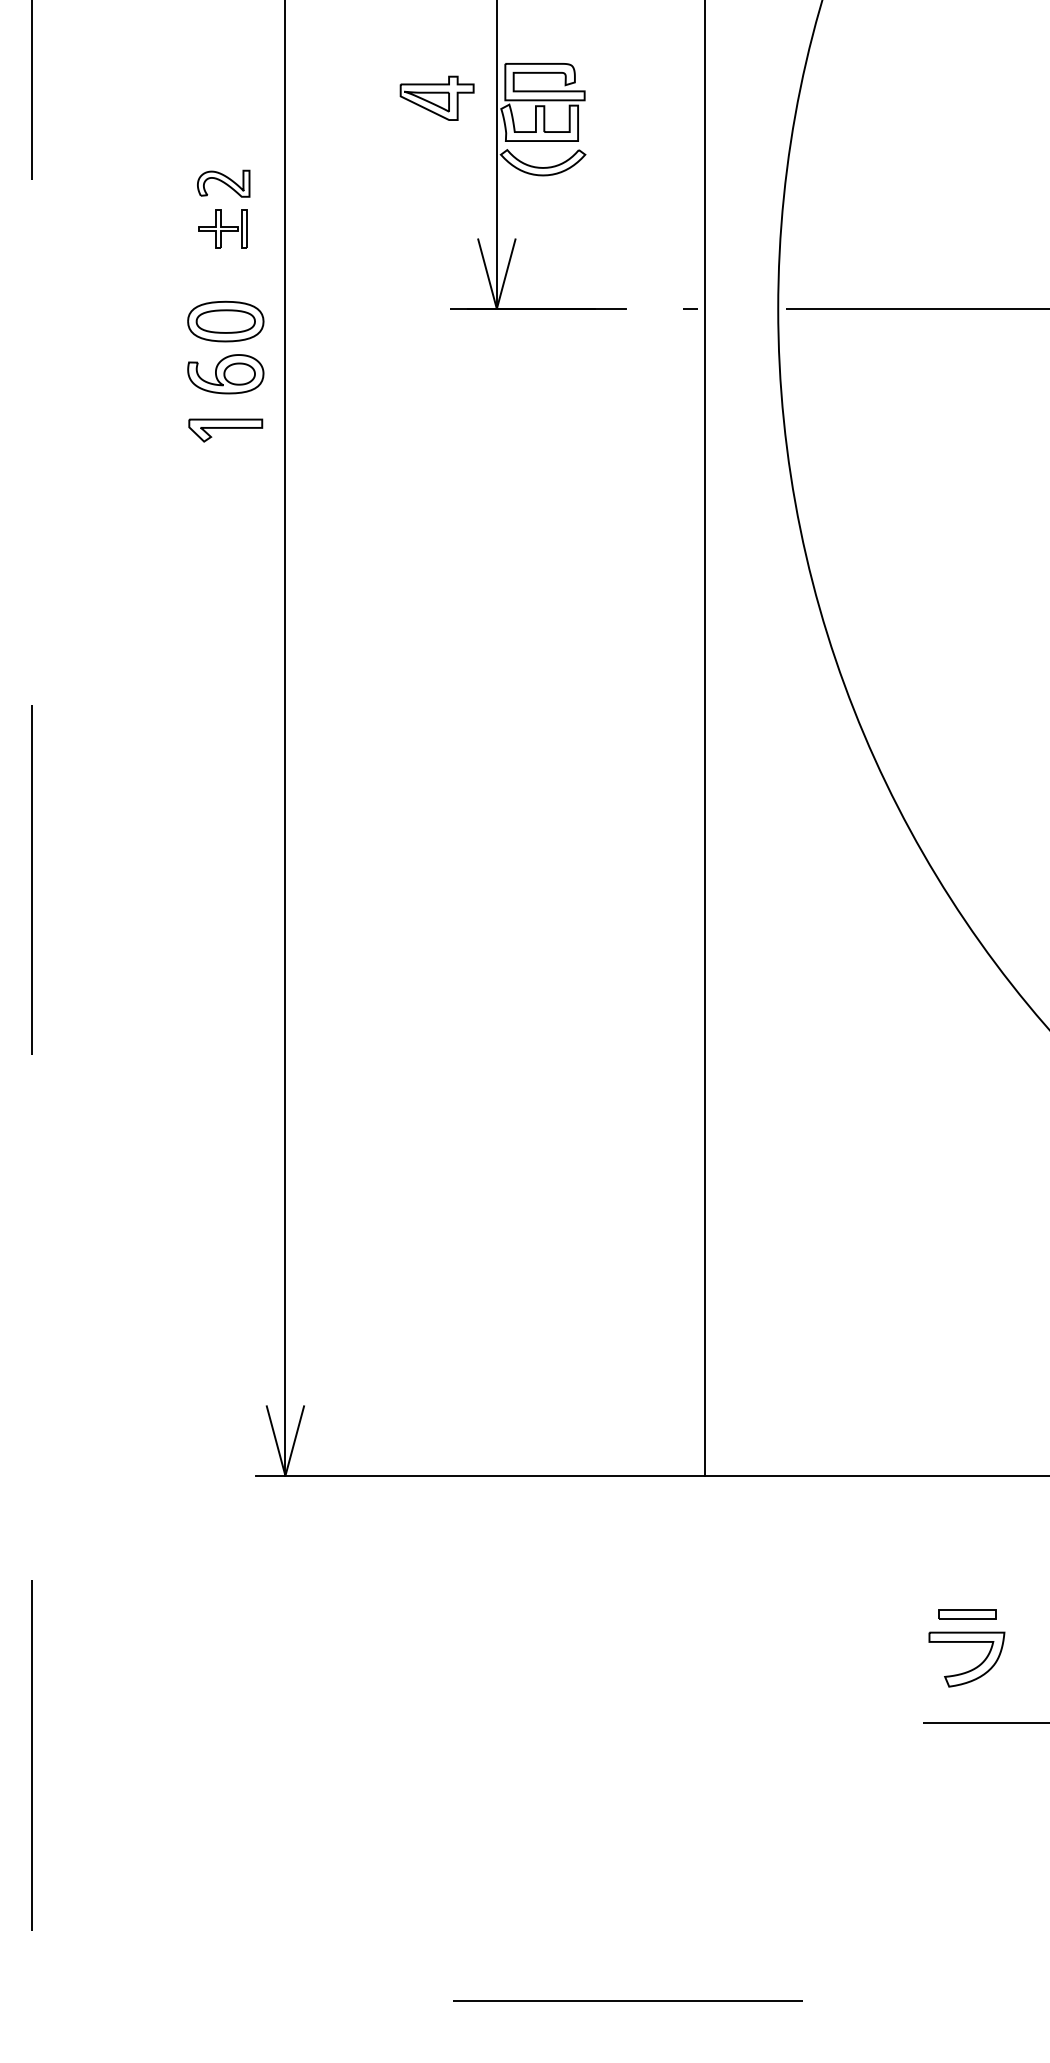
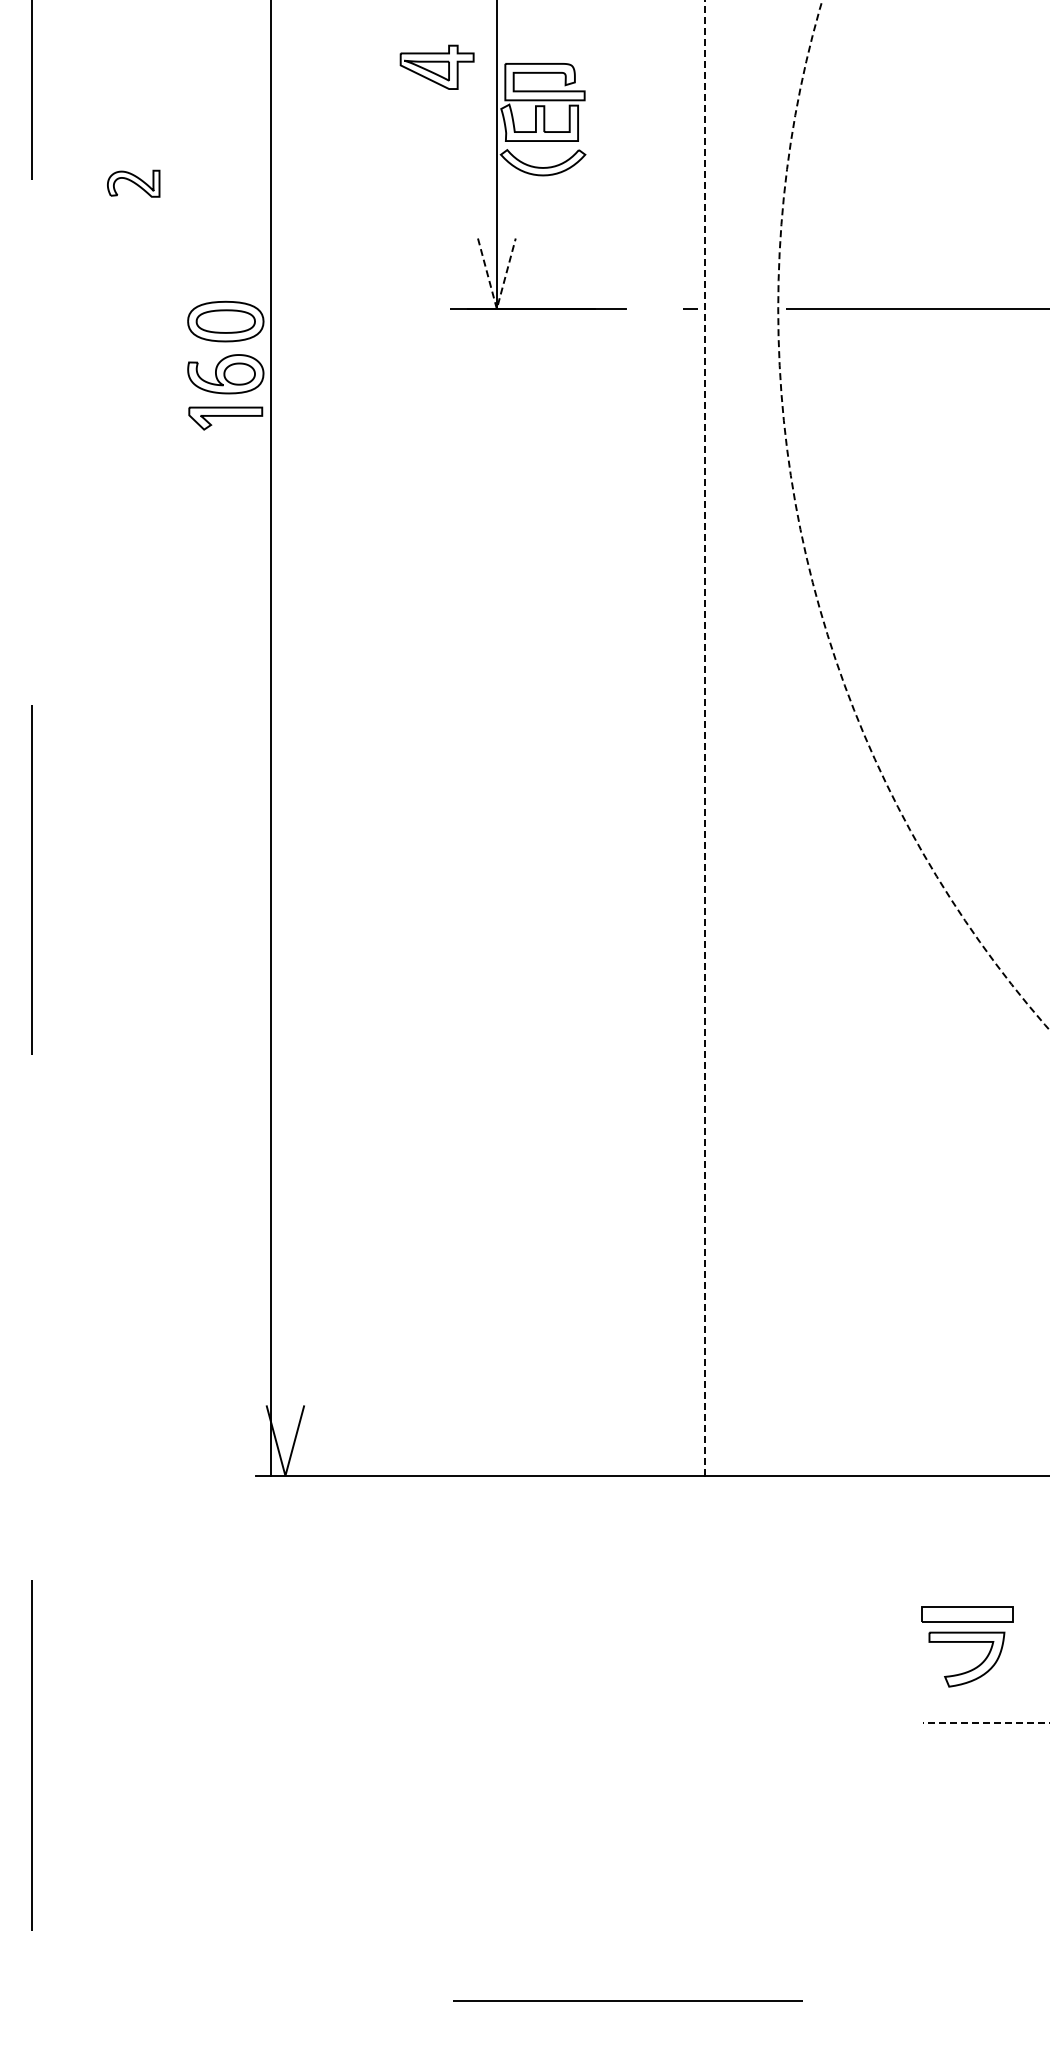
part at (436, 97) position: (436, 97) -> (436, 66)
part at (223, 183) position: (223, 183) -> (133, 183)
part at (222, 228): present -> none
line at (496, 308): solid -> dashed
part at (225, 430) position: (225, 430) -> (225, 418)
circle at (913, 514): solid -> dashed
line at (705, 737): solid -> dashed
line at (285, 738) position: (285, 738) -> (271, 738)
part at (967, 1614) size: 59x11 px -> 93x17 px
line at (985, 1723): solid -> dashed
